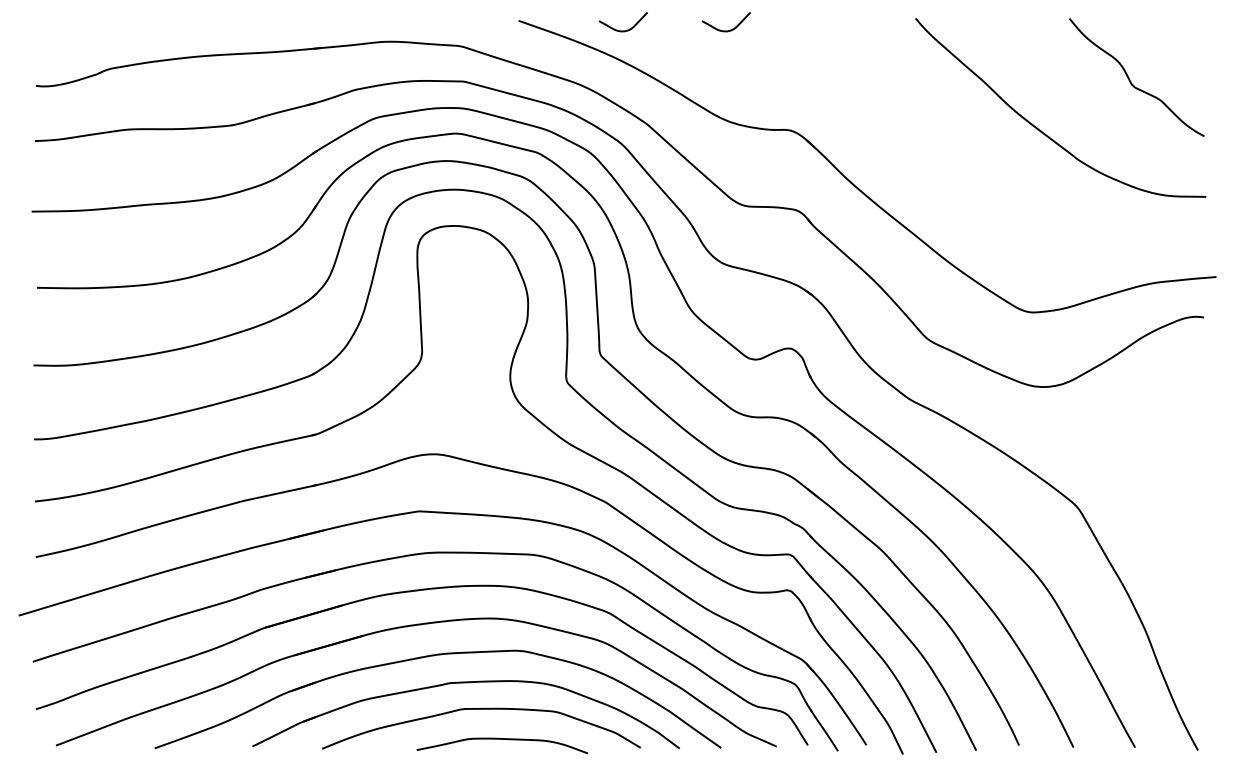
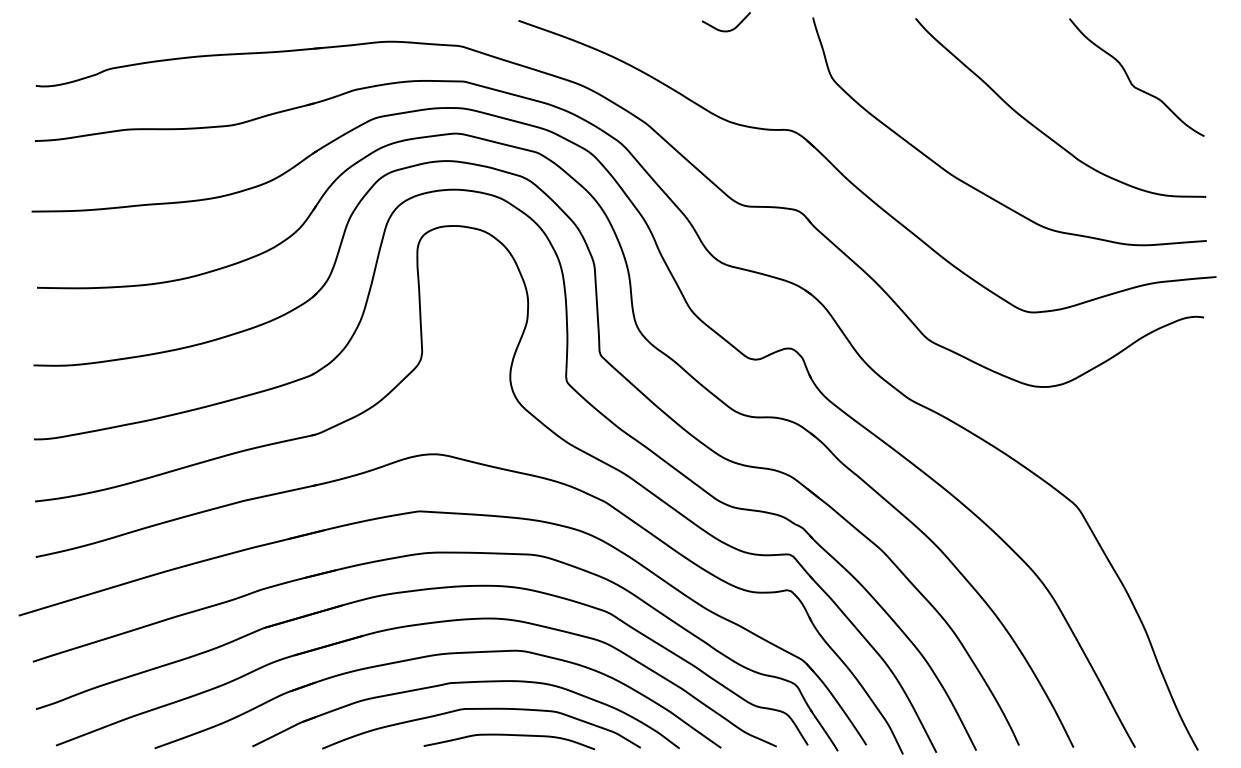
curve at (622, 30): present -> none
curve at (973, 186): none -> present
curve at (502, 739) position: (502, 739) -> (509, 735)
